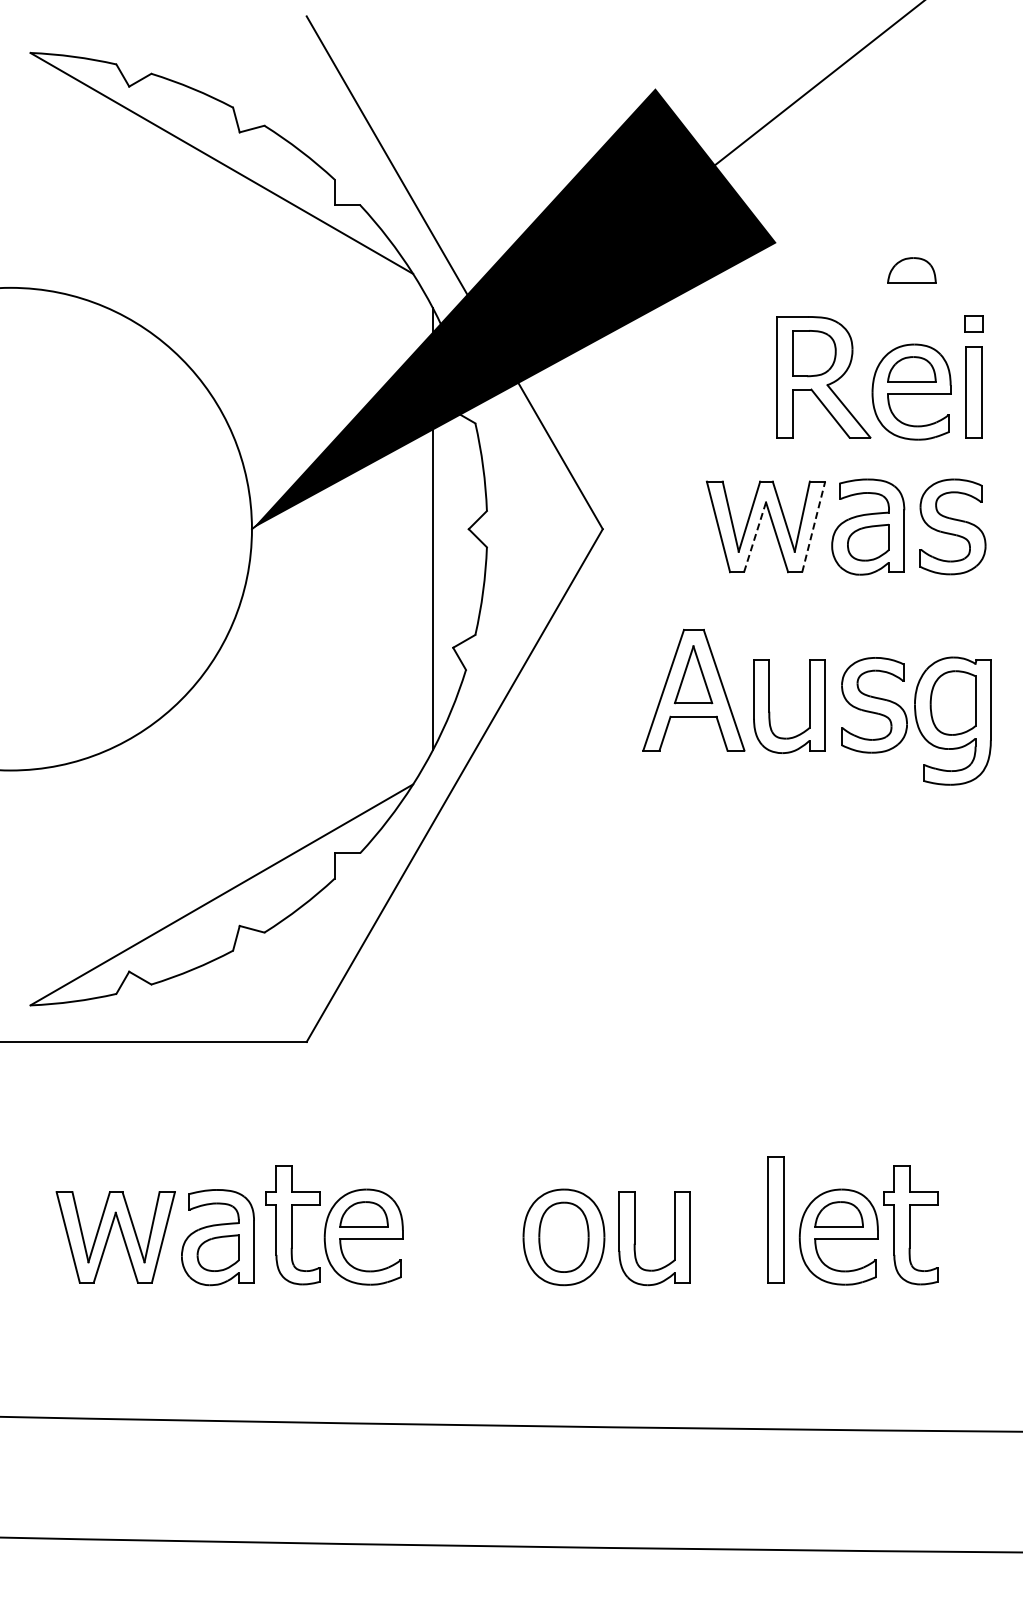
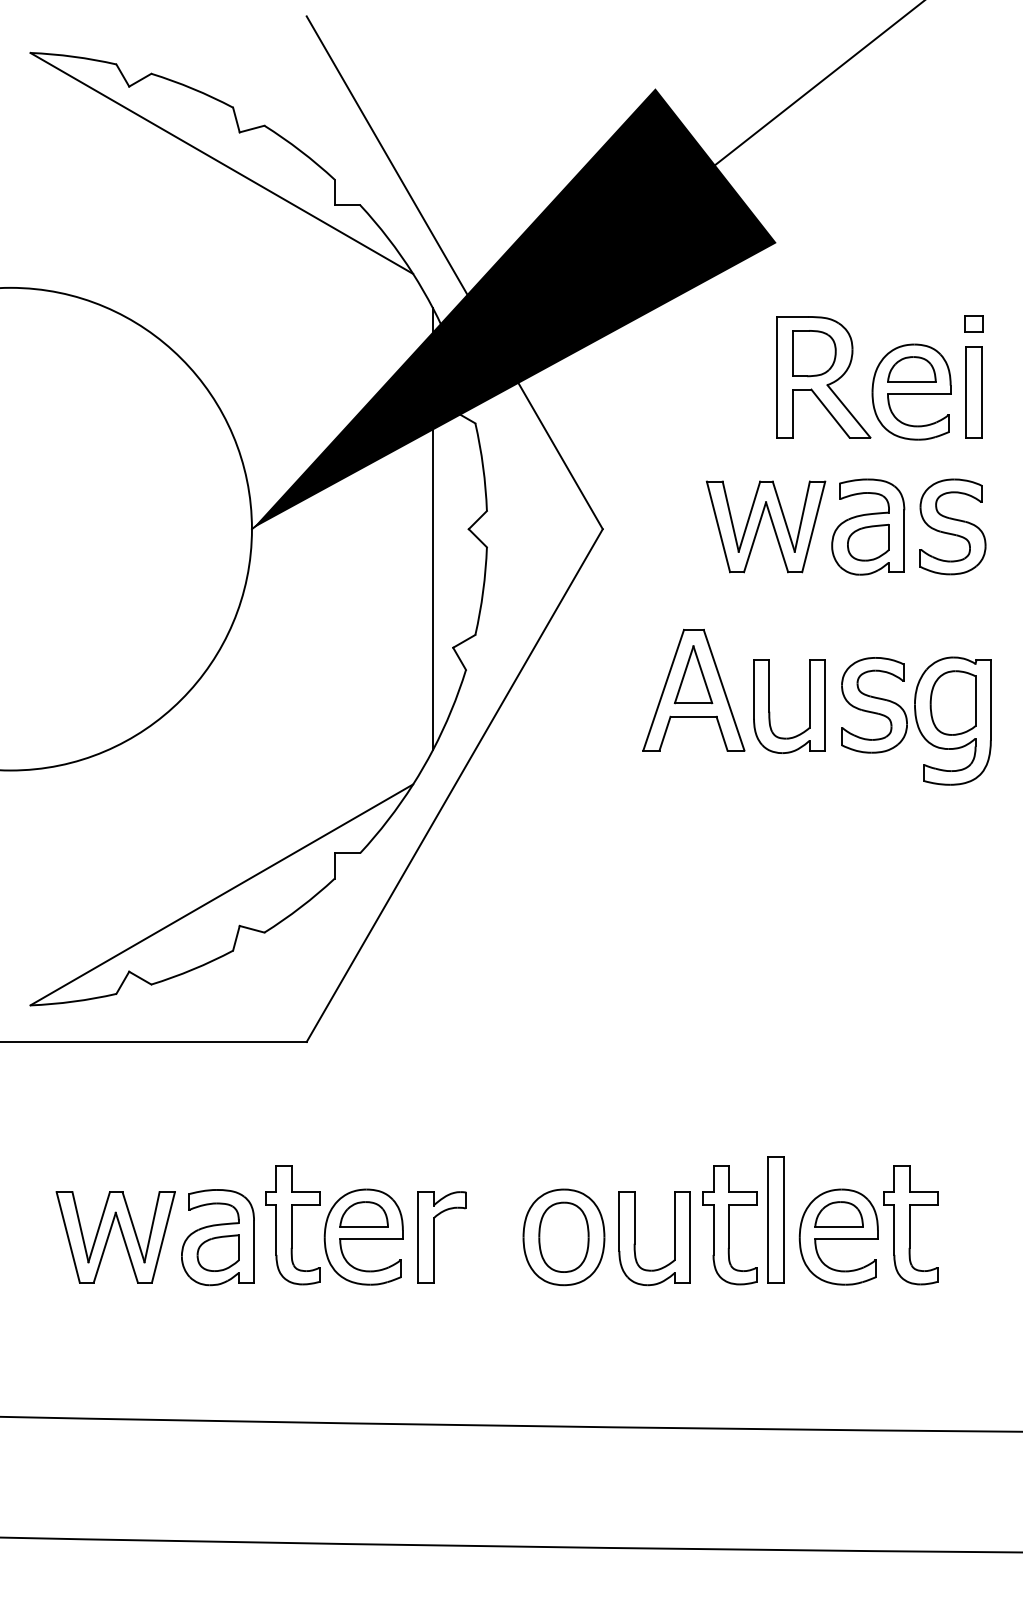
part at (911, 270): present -> none
line at (813, 526): dashed -> solid
line at (755, 537): dashed -> solid
part at (729, 1225): none -> present
part at (434, 1237): none -> present
